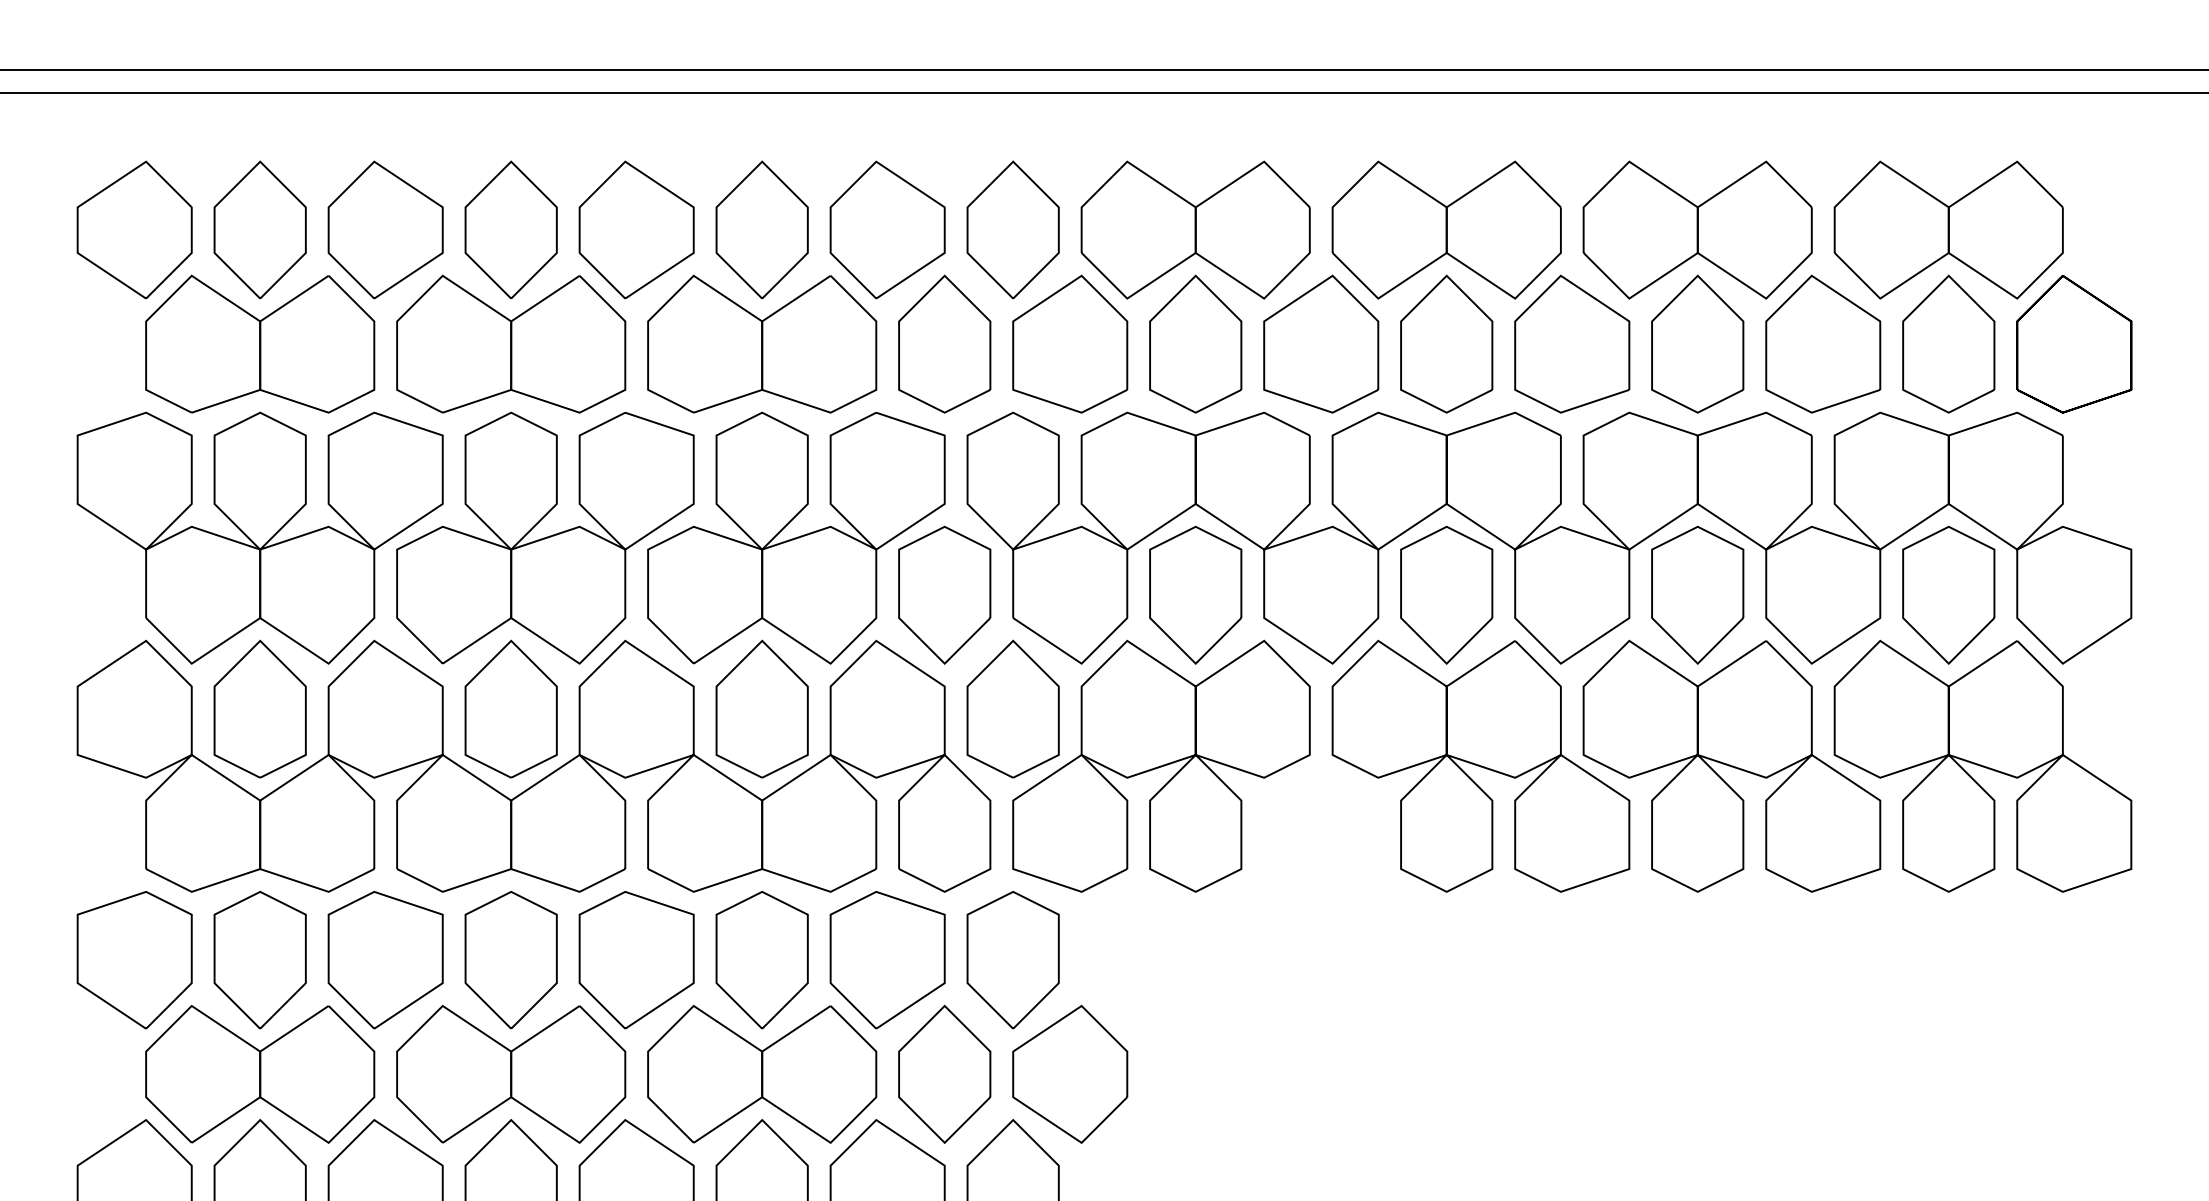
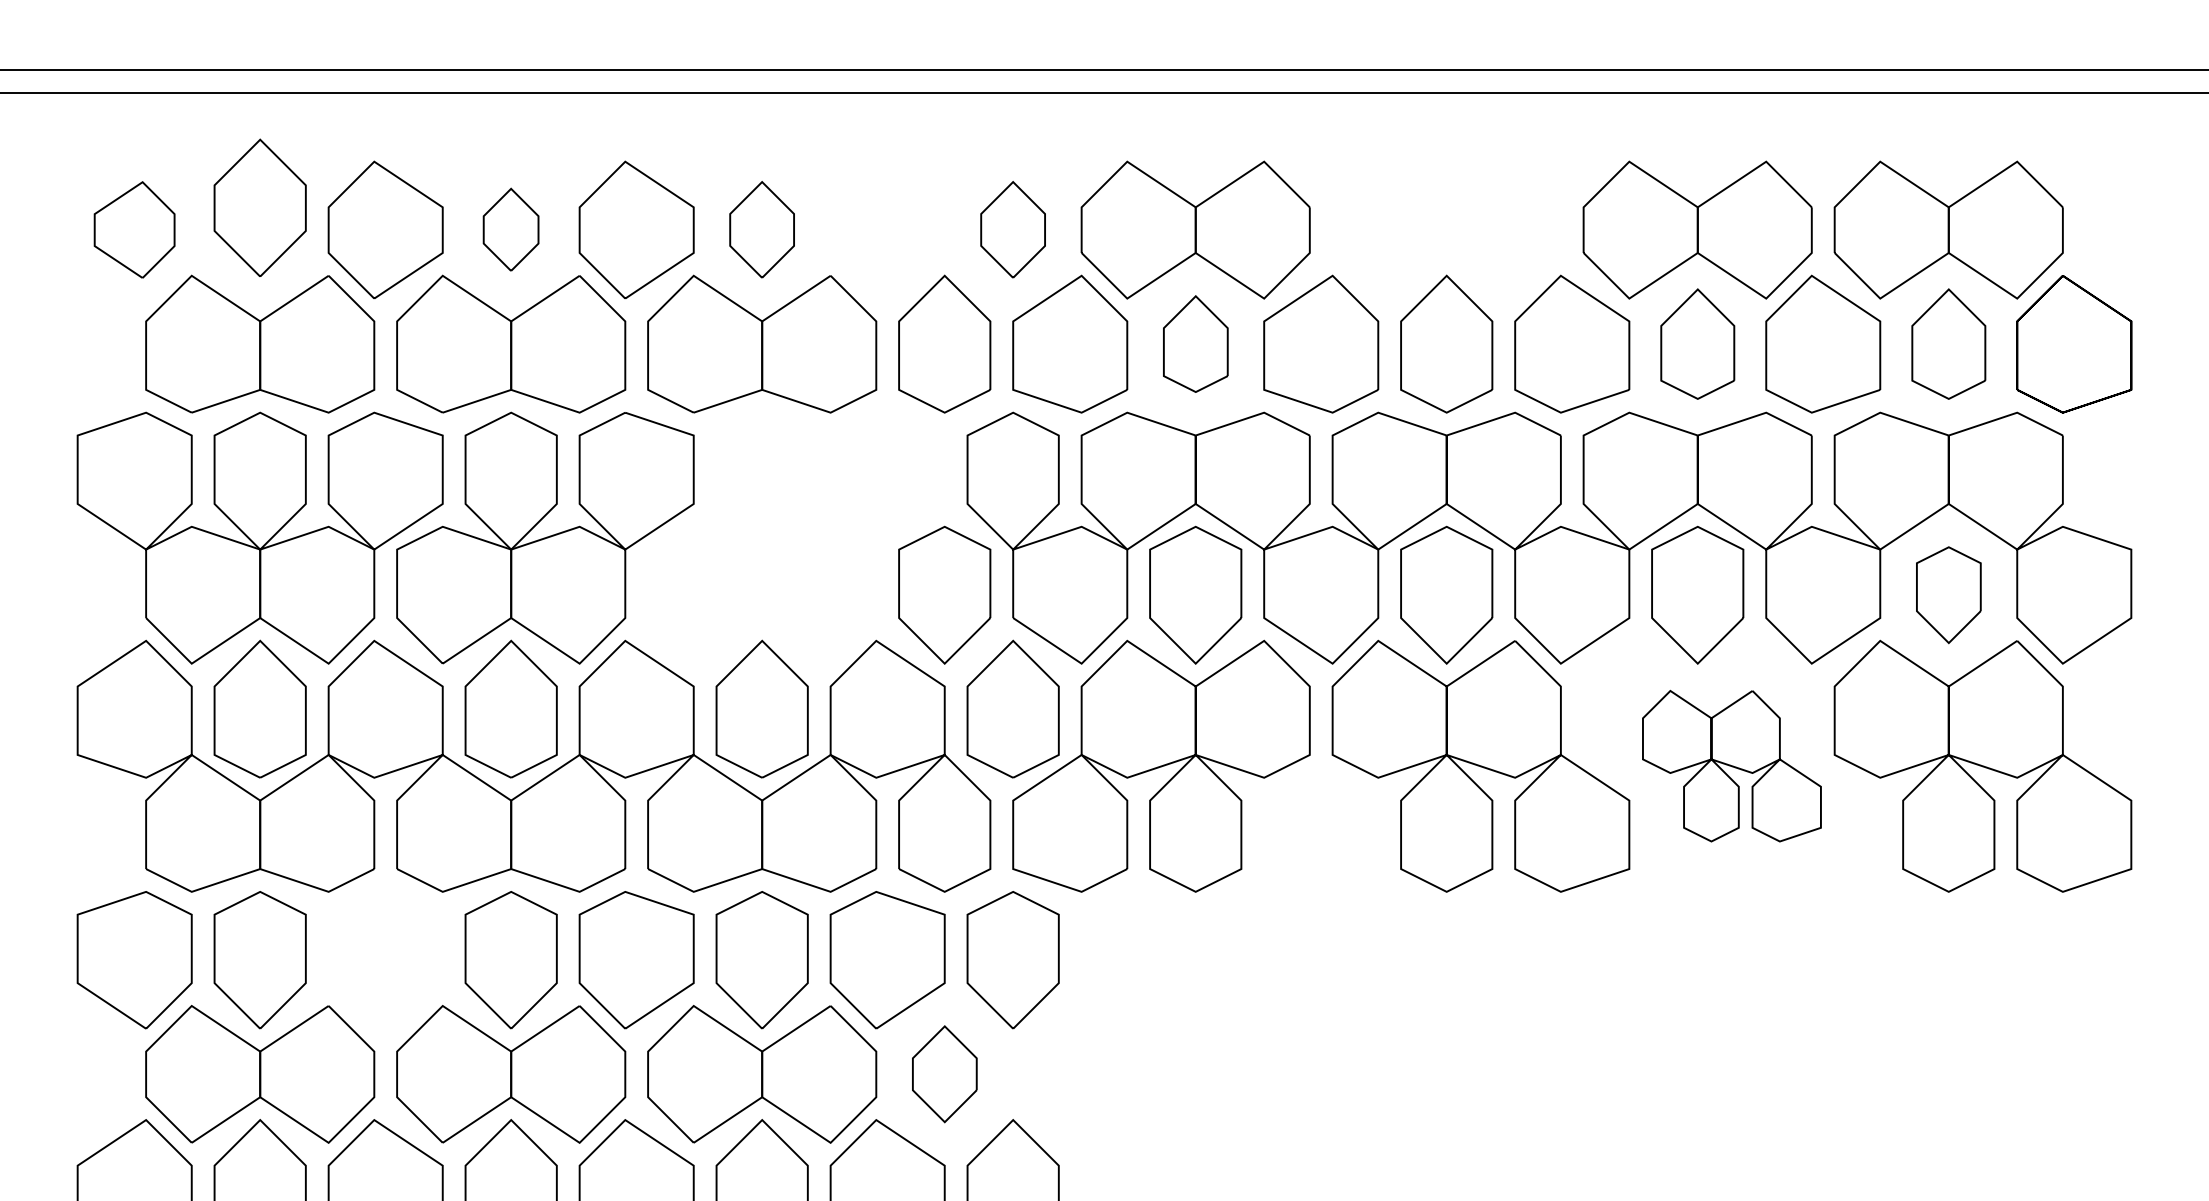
part at (134, 229) size: 117x140 px -> 83x98 px
part at (259, 229) position: (259, 229) -> (259, 207)
part at (510, 229) size: 94x139 px -> 58x85 px
part at (761, 229) size: 94x139 px -> 66x98 px
part at (887, 229): present -> none
part at (1012, 229) size: 94x139 px -> 66x98 px
part at (1446, 229): present -> none
part at (1195, 343) size: 94x140 px -> 66x98 px
part at (1697, 343) size: 94x140 px -> 76x112 px
part at (1948, 343) size: 94x140 px -> 76x112 px
part at (796, 537): present -> none
part at (1948, 594) size: 94x140 px -> 66x99 px
part at (1731, 765) size: 300x254 px -> 180x154 px
part at (385, 960): present -> none
part at (944, 1073) size: 94x140 px -> 66x99 px
part at (1070, 1074): present -> none
